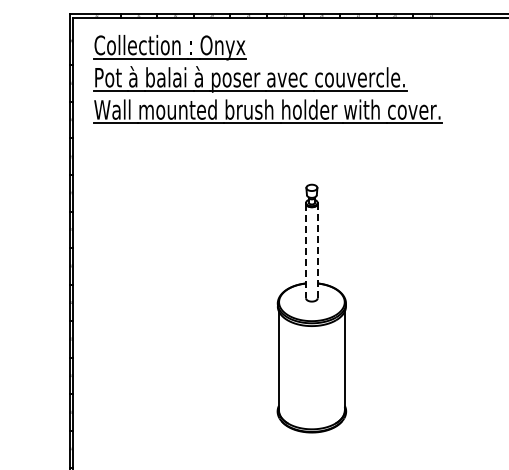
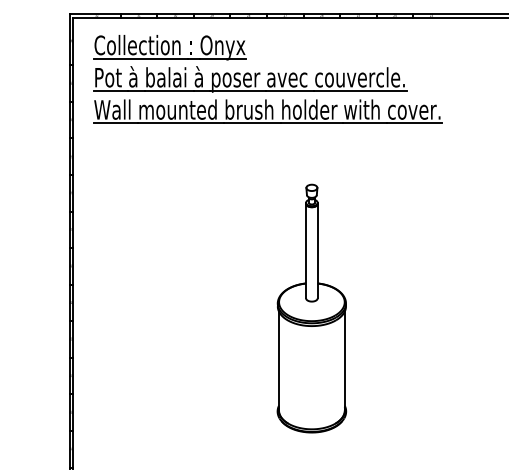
line at (317, 250): dashed -> solid
line at (306, 251): dashed -> solid
